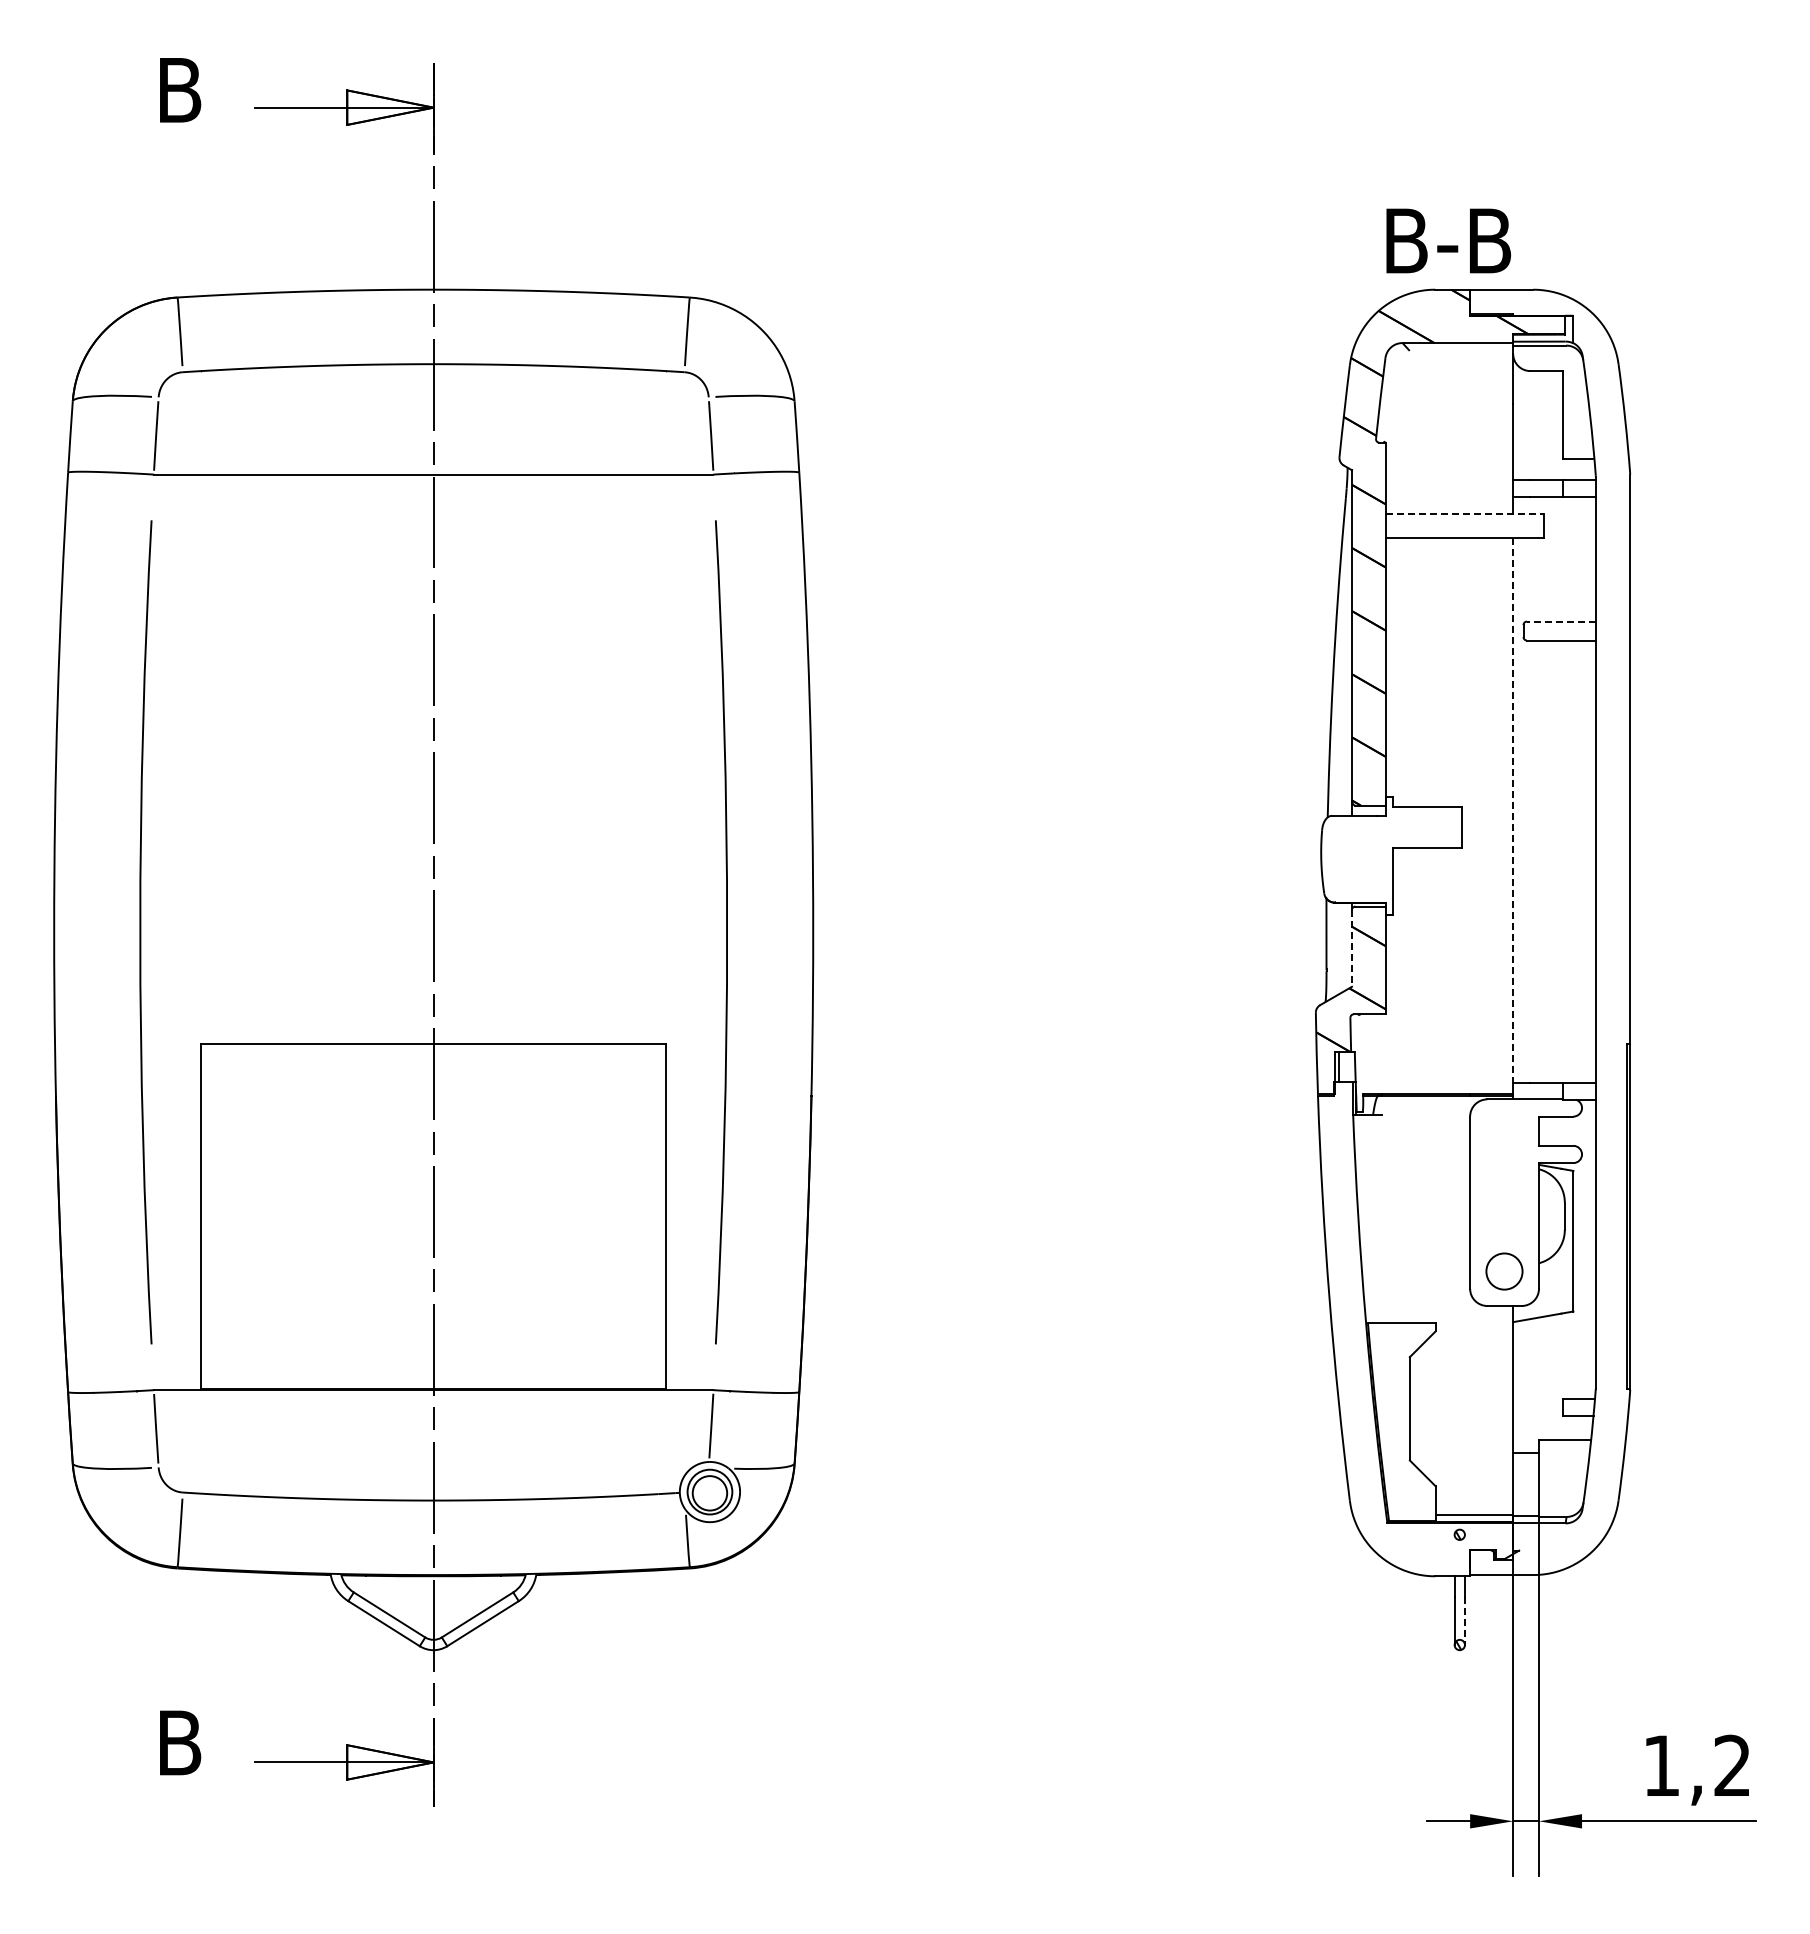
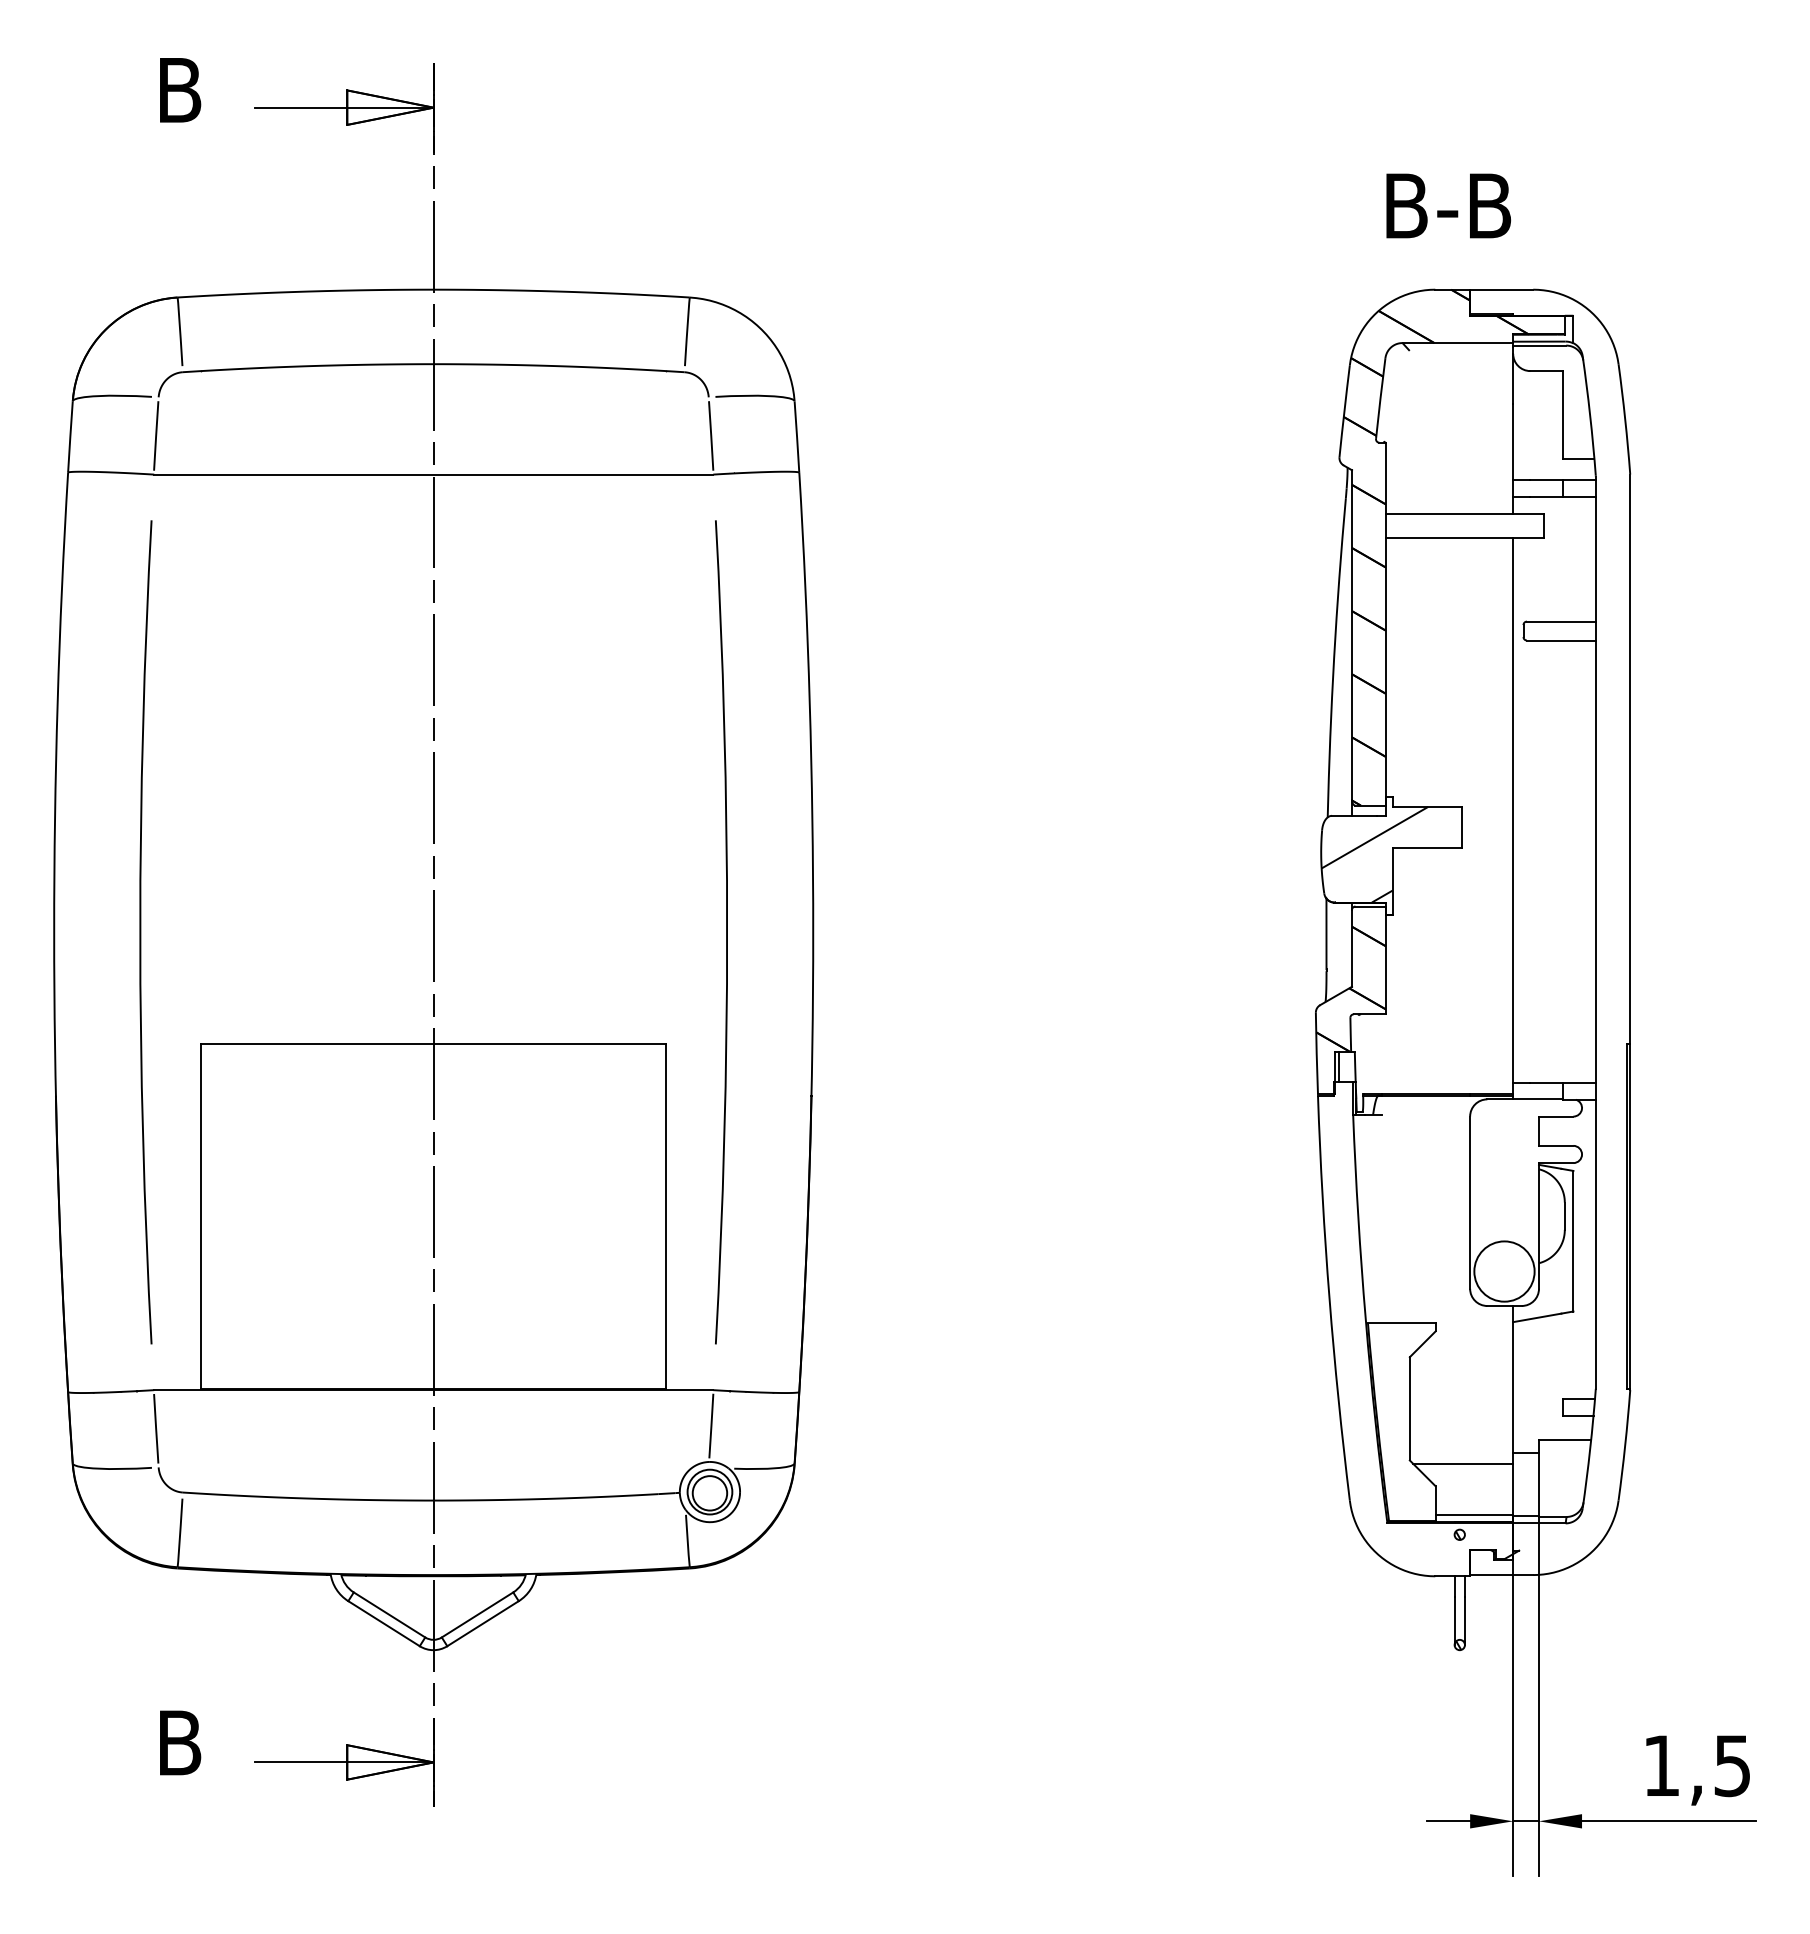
text at (1448, 240) position: (1448, 240) -> (1448, 205)
line at (1465, 514): dashed -> solid
line at (1560, 621): dashed -> solid
line at (1513, 810): dashed -> solid
hatch at (1374, 854): none -> present
line at (1352, 948): dashed -> solid
circle at (1504, 1271) diameter: 36 px -> 60 px
line at (1463, 1464): none -> present
line at (1464, 1619): dashed -> solid
text at (1731, 1765): 1,2 -> 1,5
